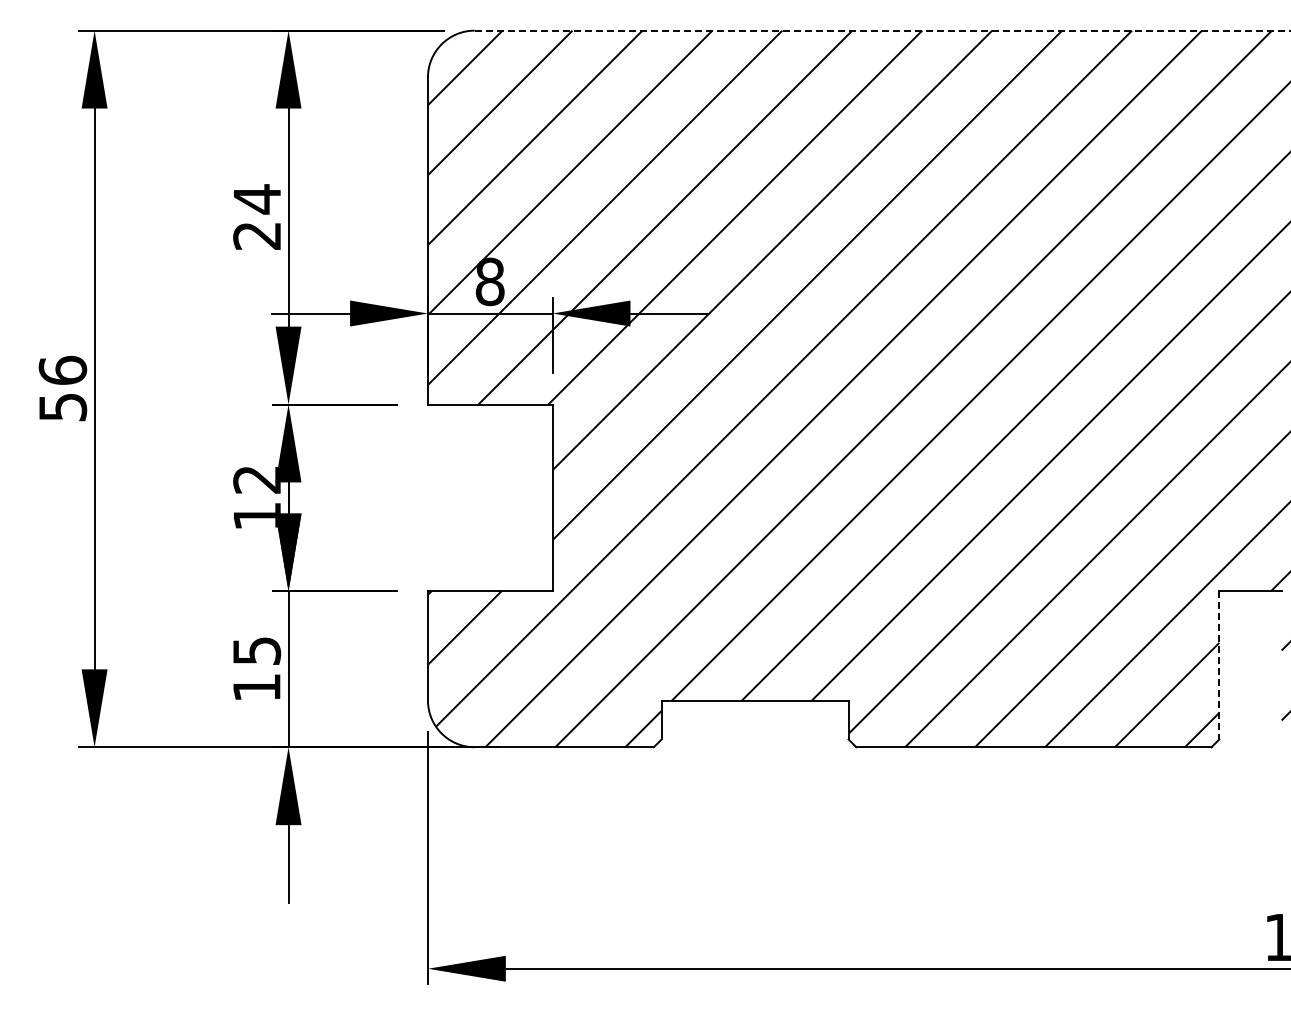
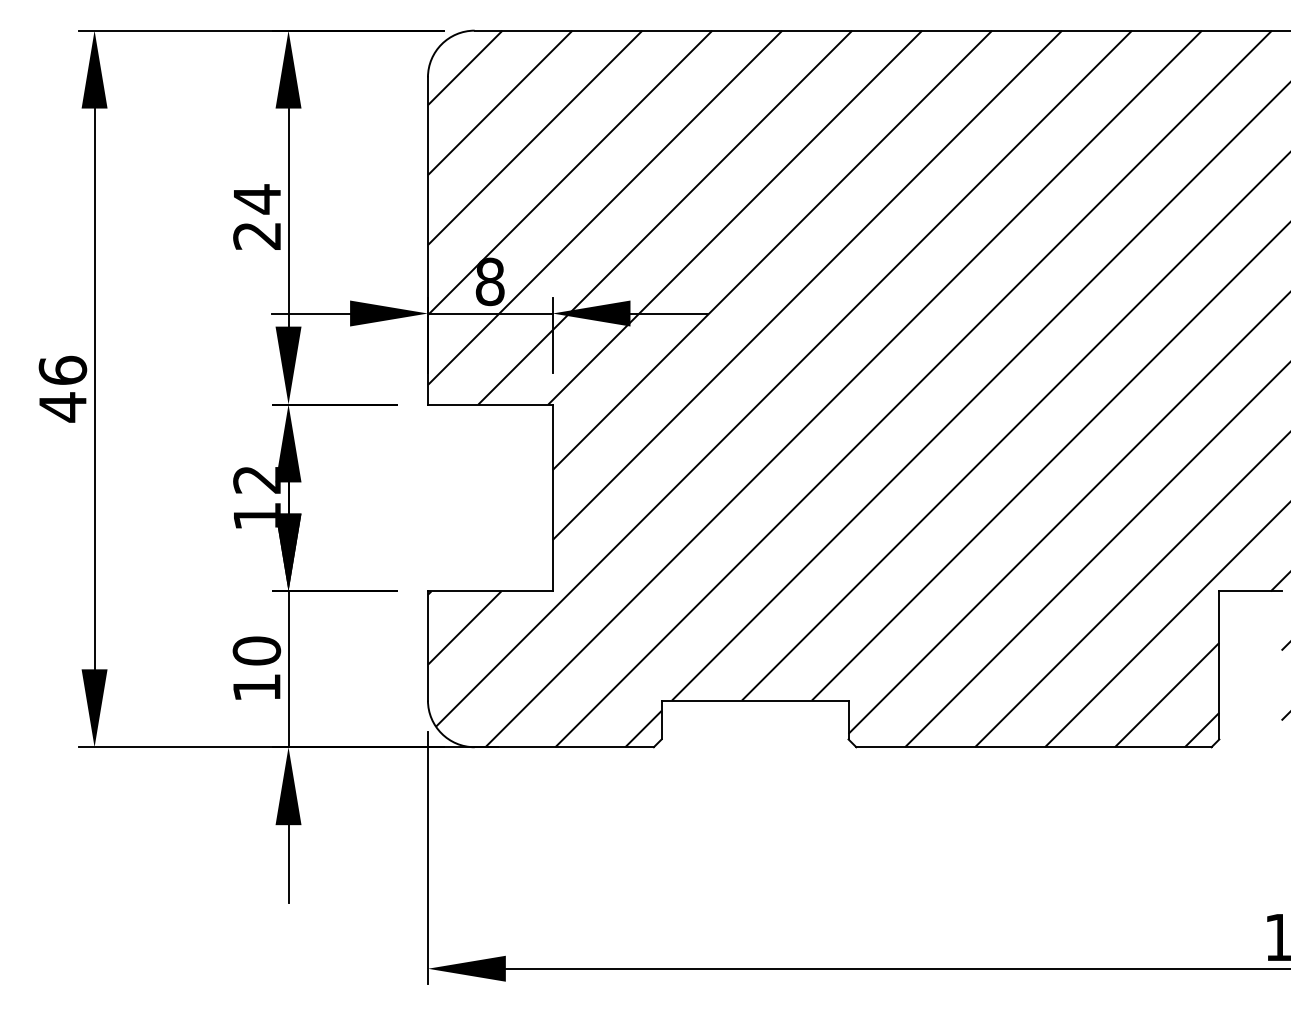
line at (882, 30): dashed -> solid
text at (63, 407): 56 -> 46
text at (256, 650): 15 -> 10
line at (1219, 665): dashed -> solid
